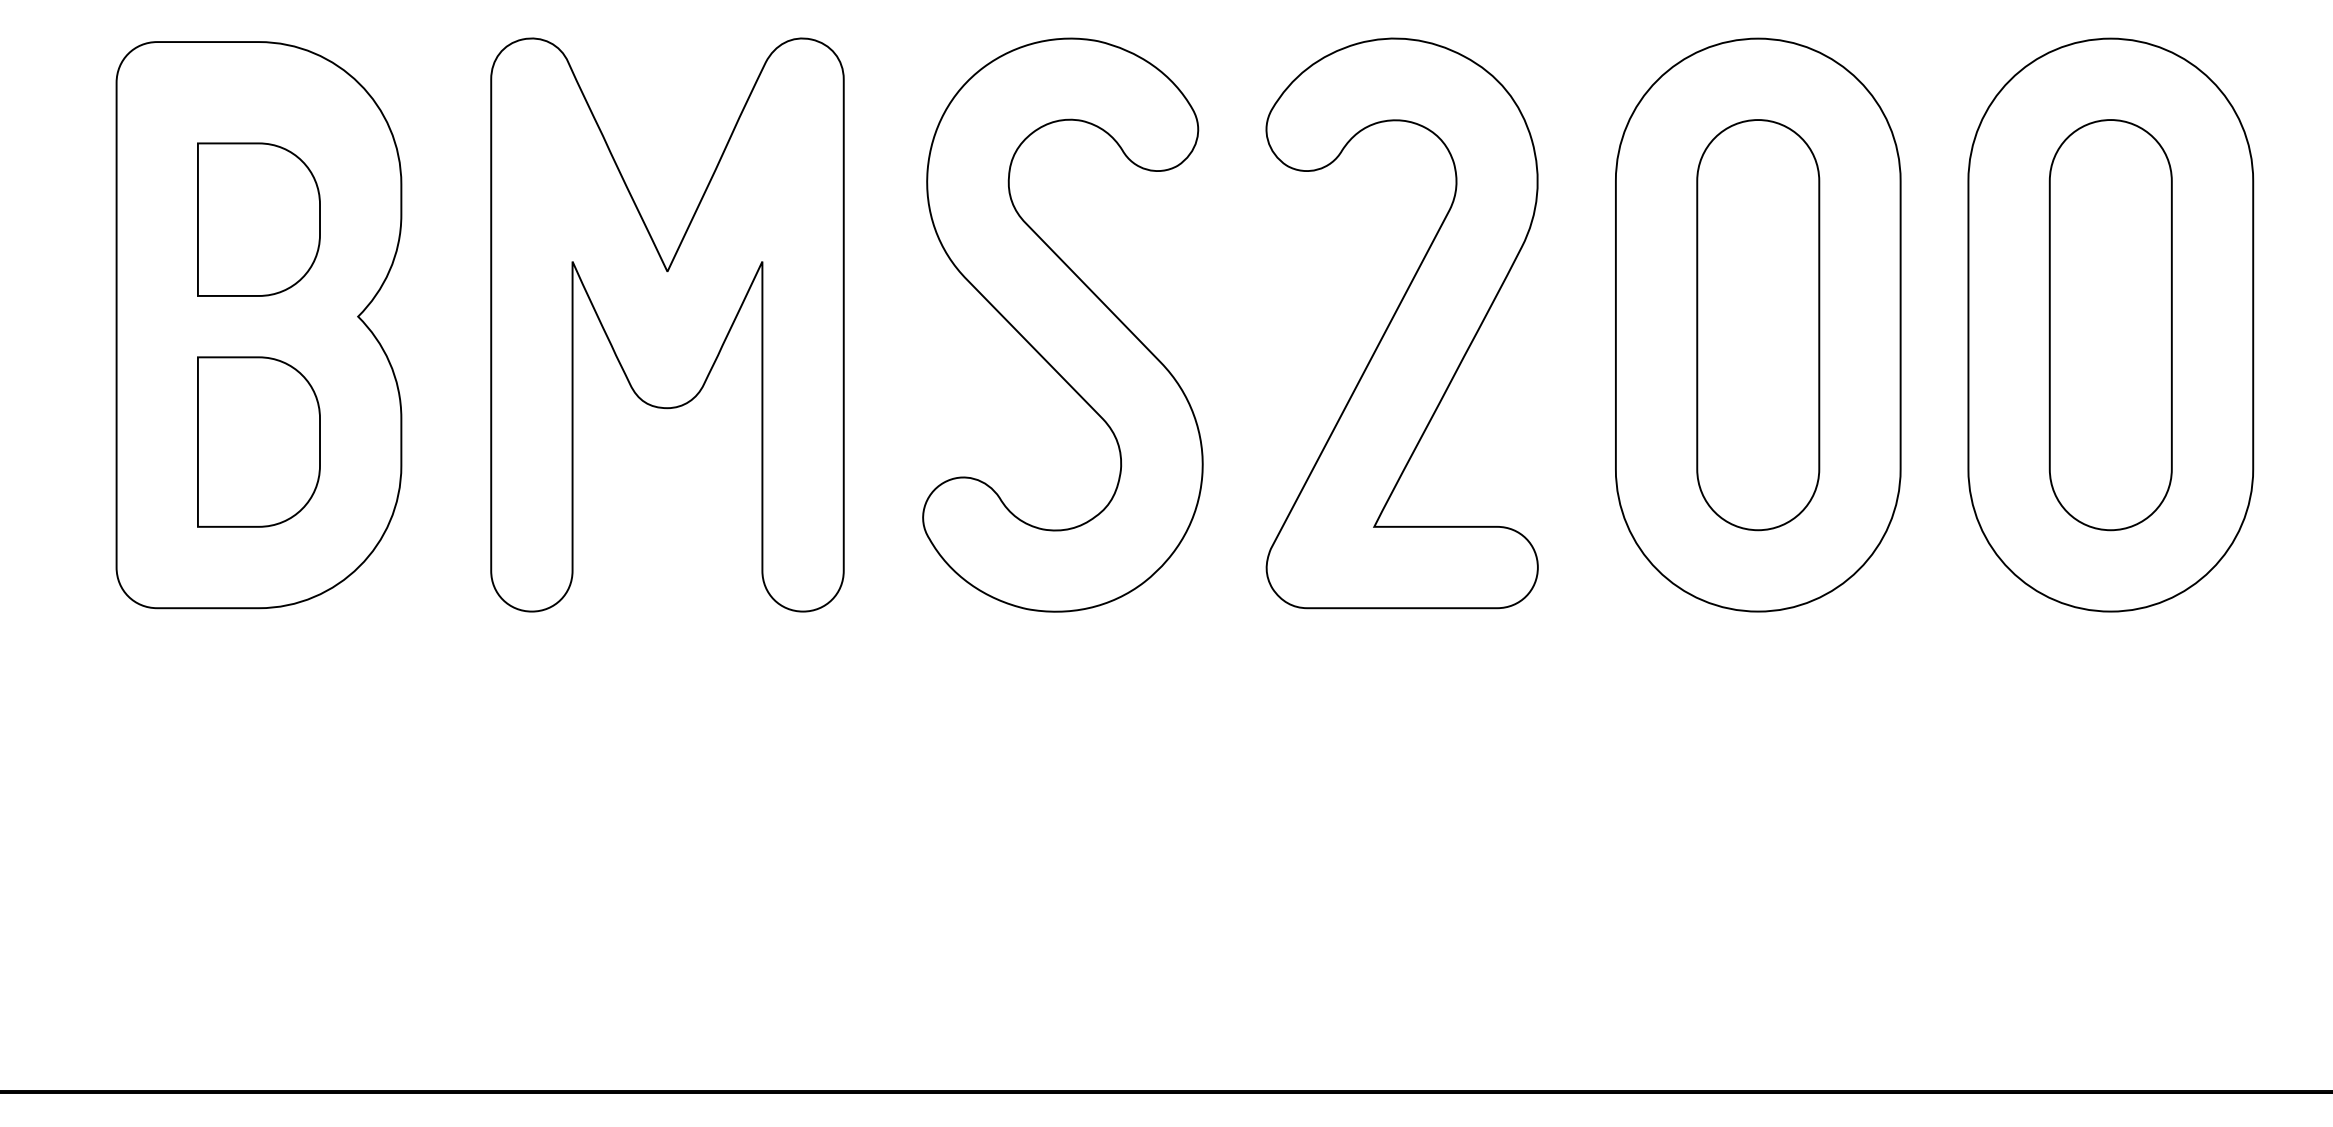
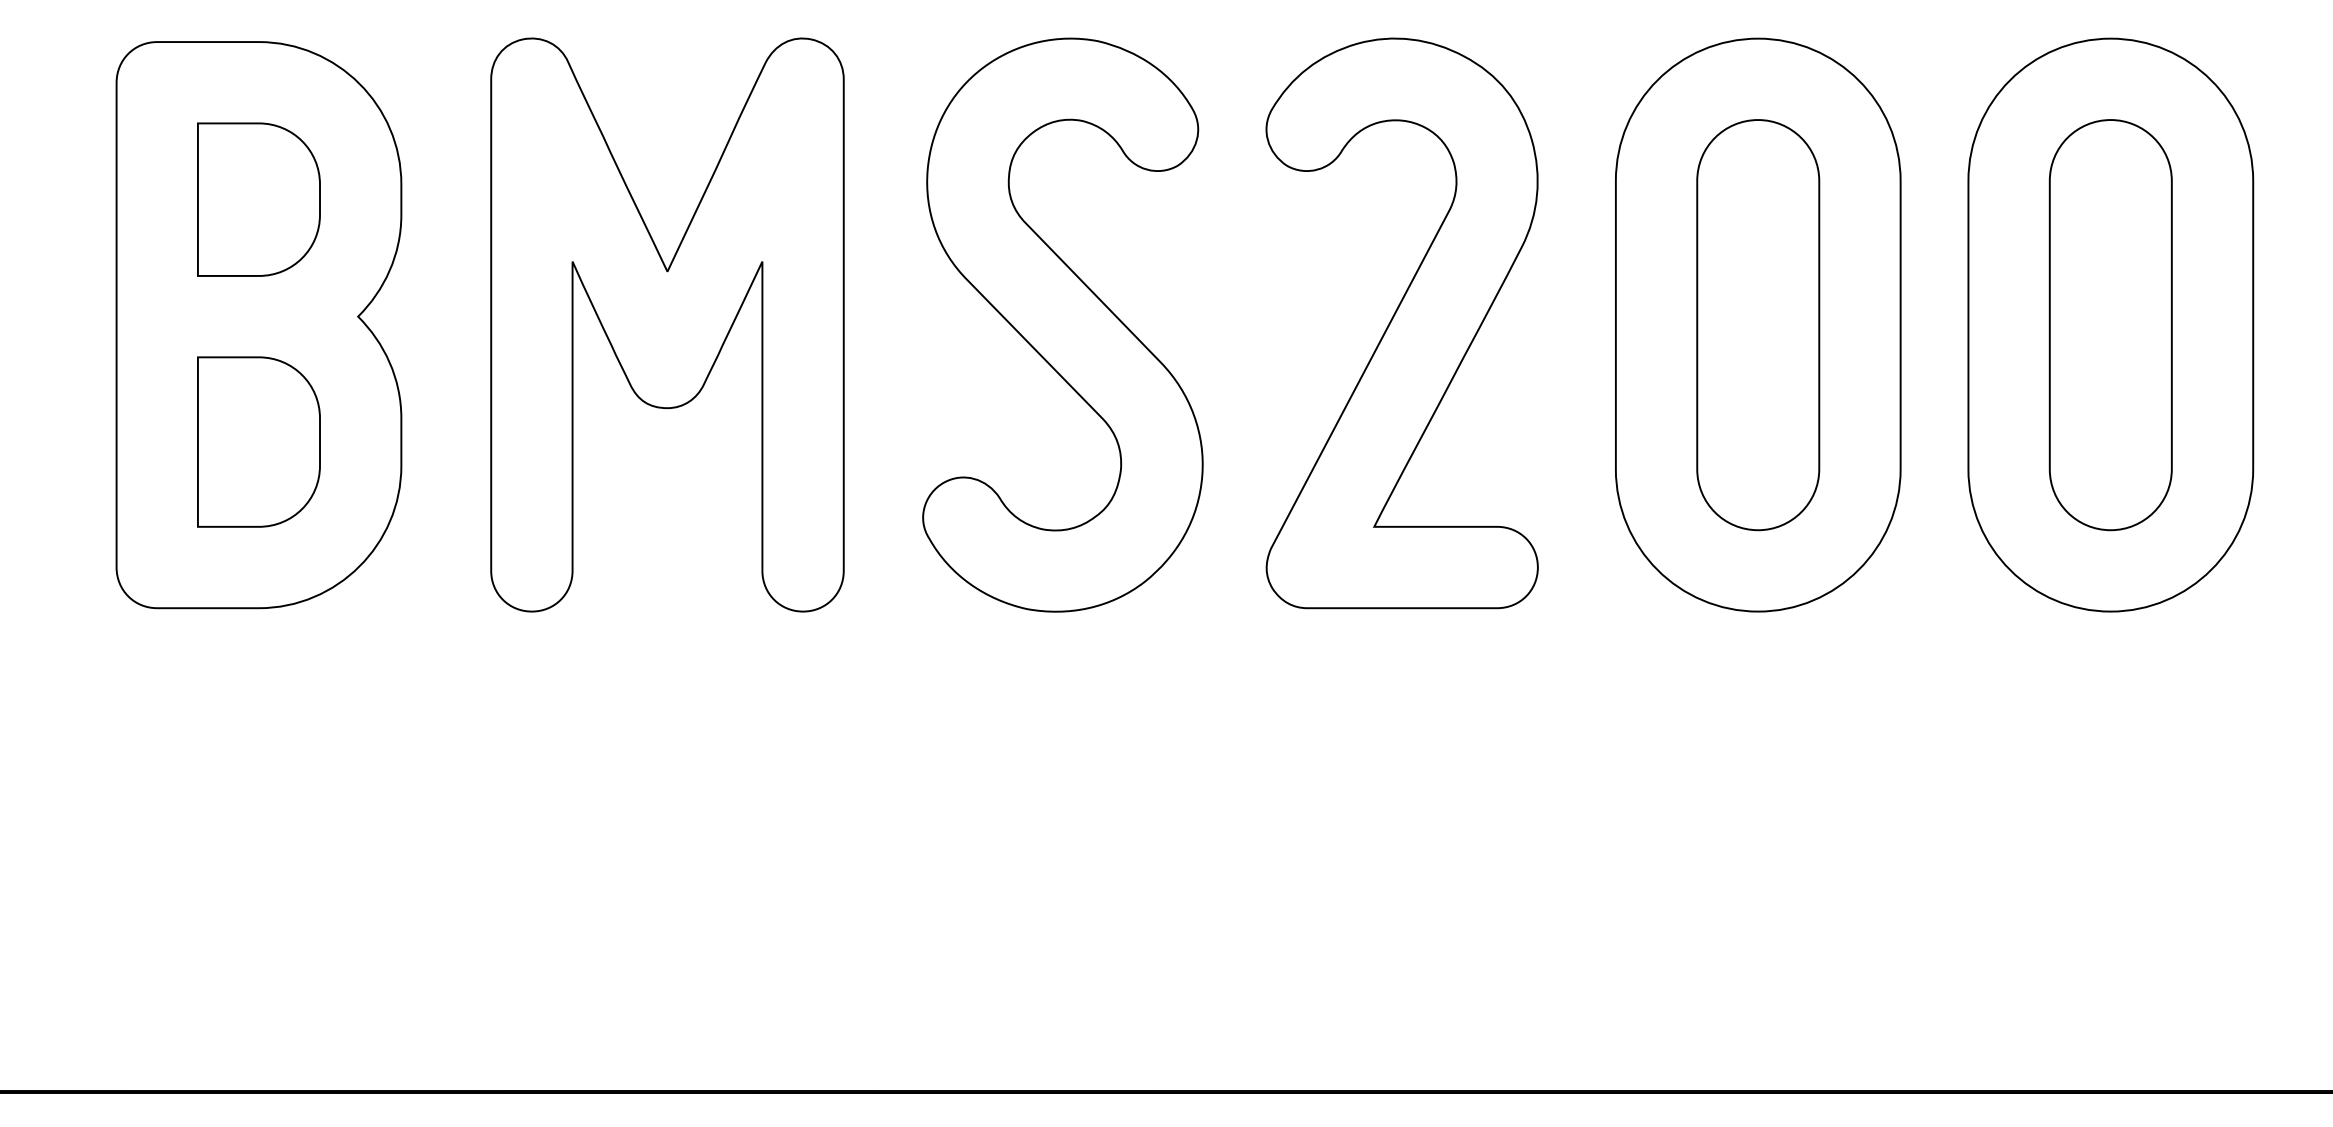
part at (258, 219) position: (258, 219) -> (258, 199)
